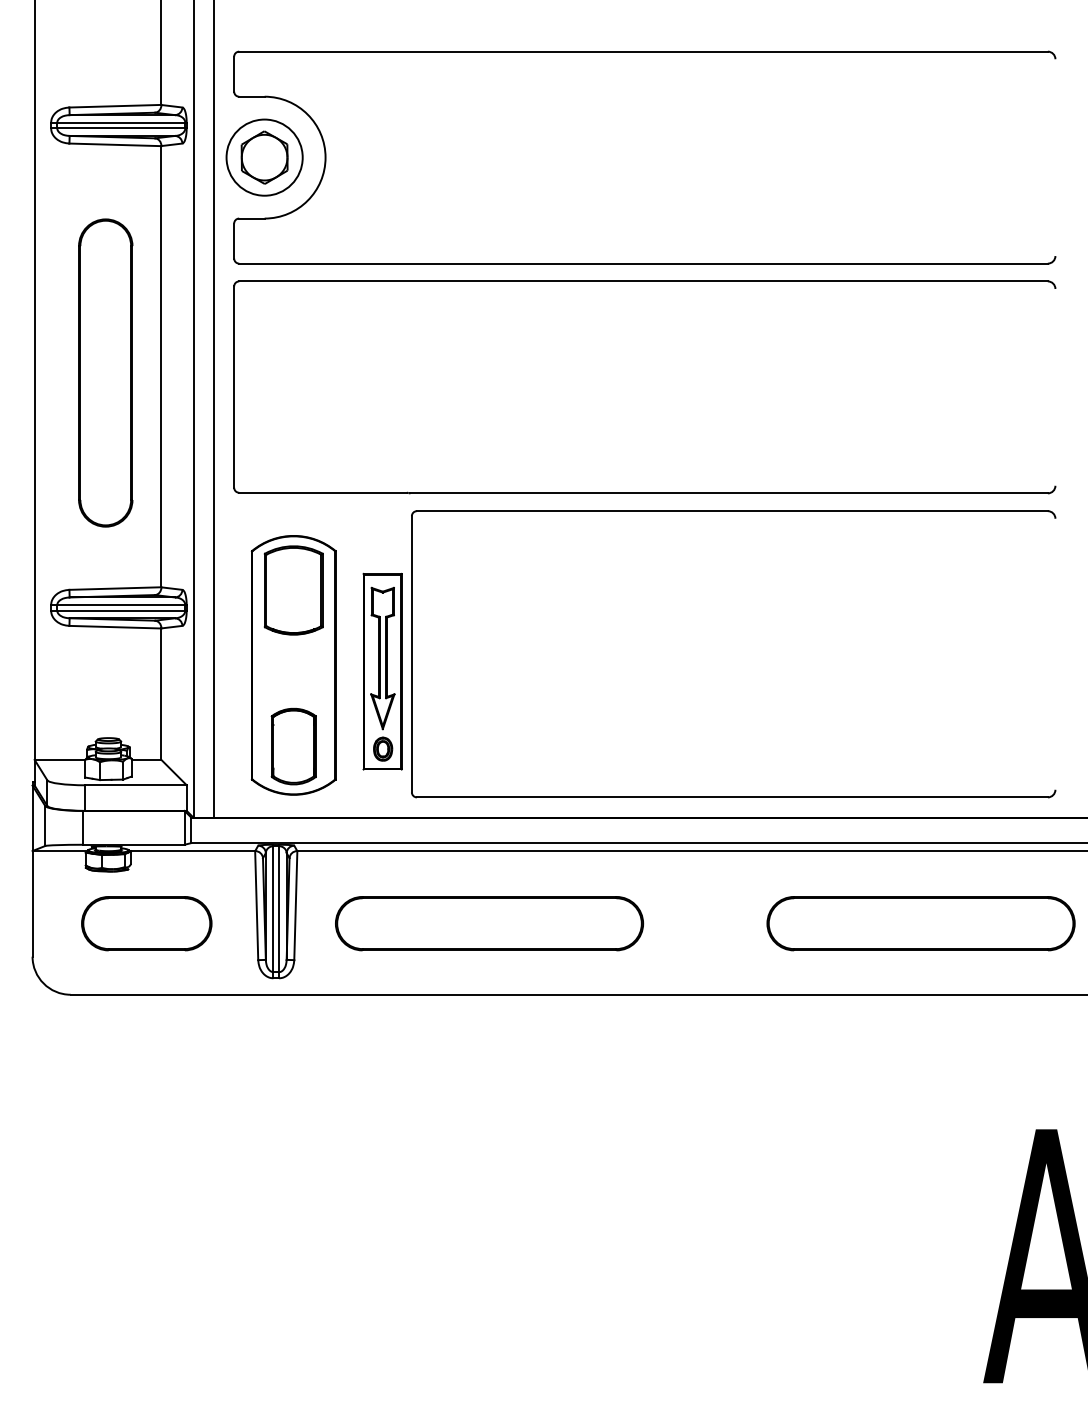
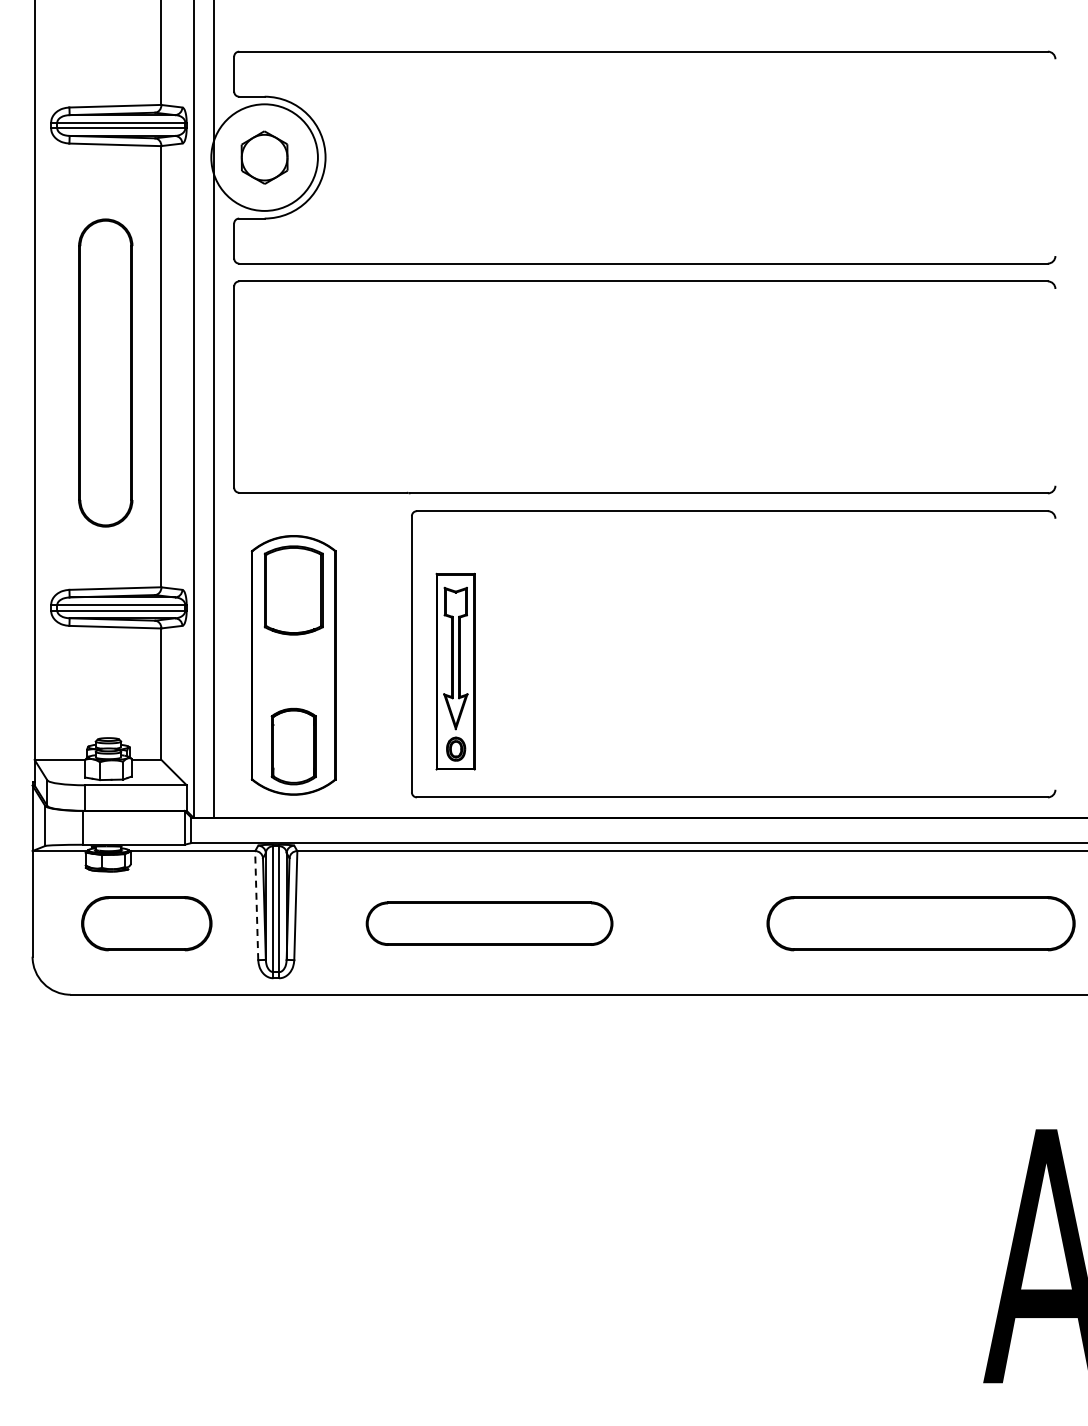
circle at (264, 157) diameter: 76 px -> 107 px
part at (382, 671) position: (382, 671) -> (455, 671)
line at (256, 905): solid -> dashed
part at (489, 923) size: 310x56 px -> 249x45 px
